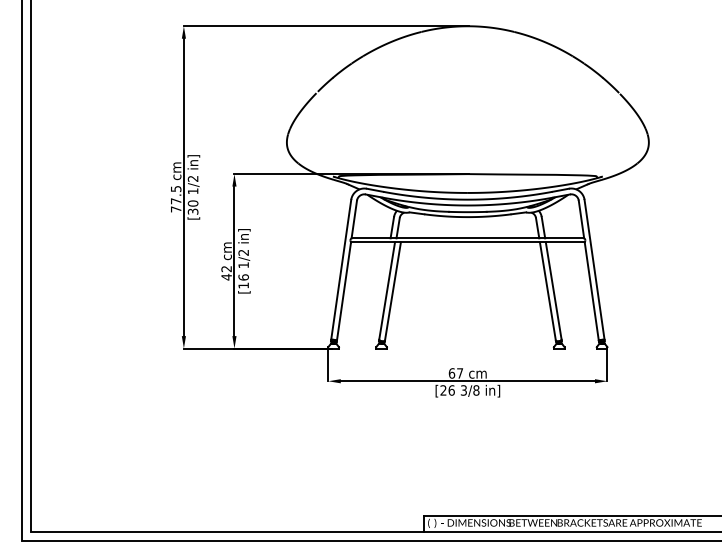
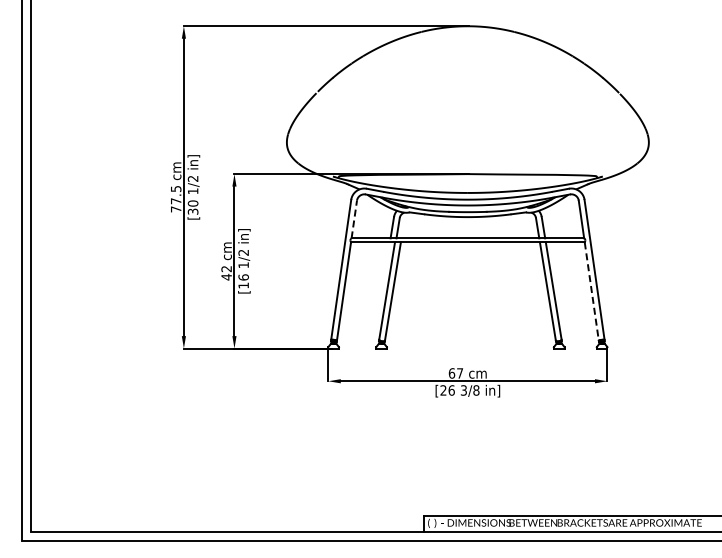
line at (354, 219): solid -> dashed
line at (591, 291): solid -> dashed
